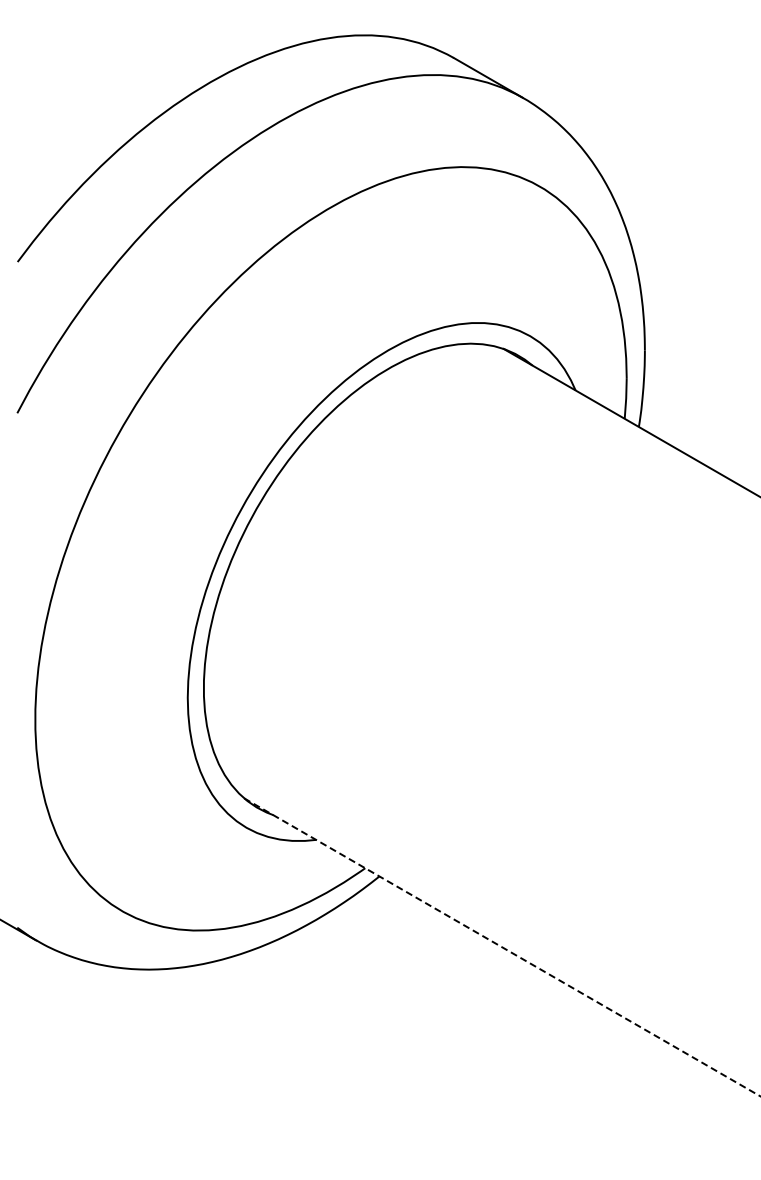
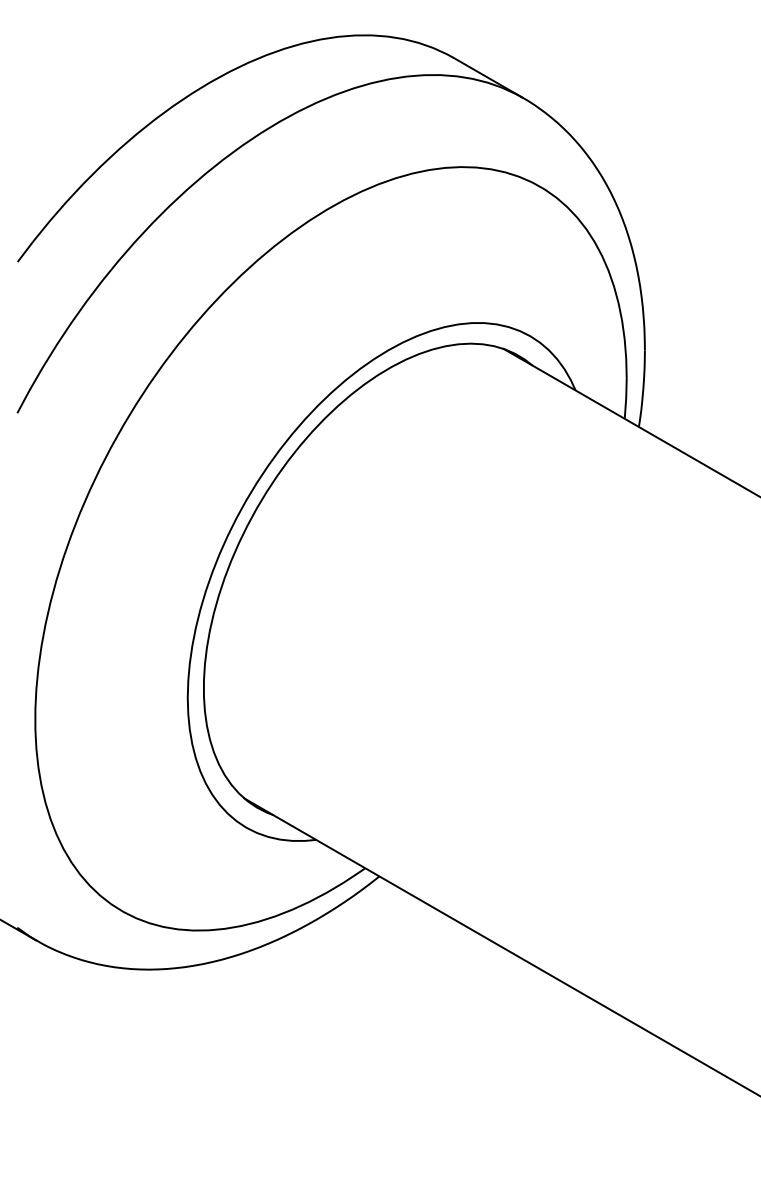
line at (502, 947): dashed -> solid
